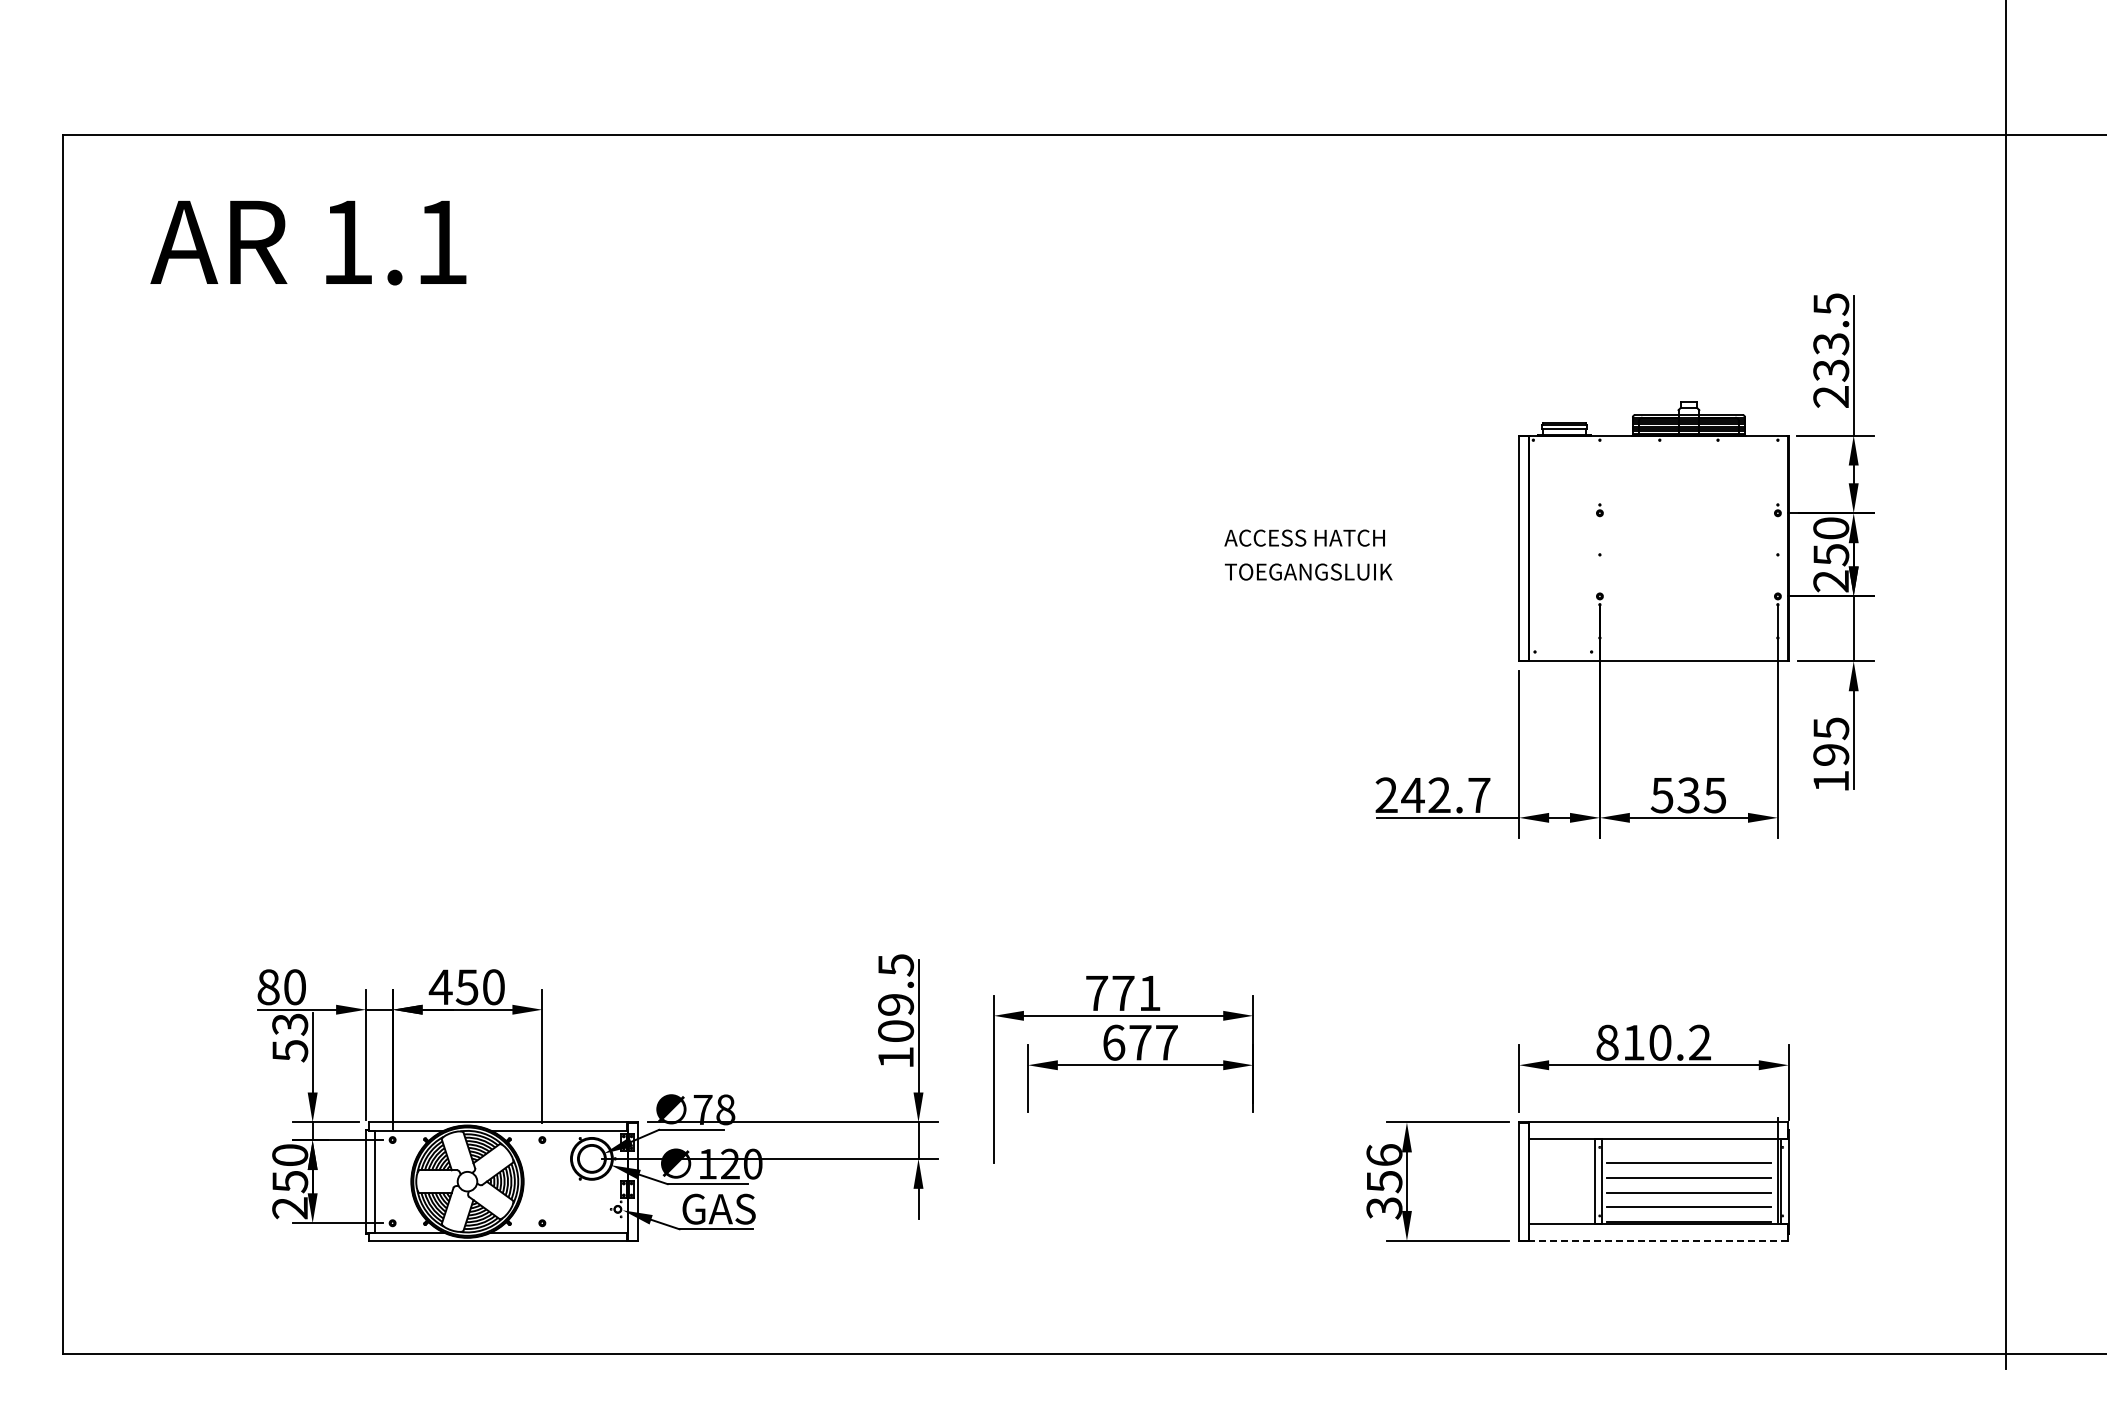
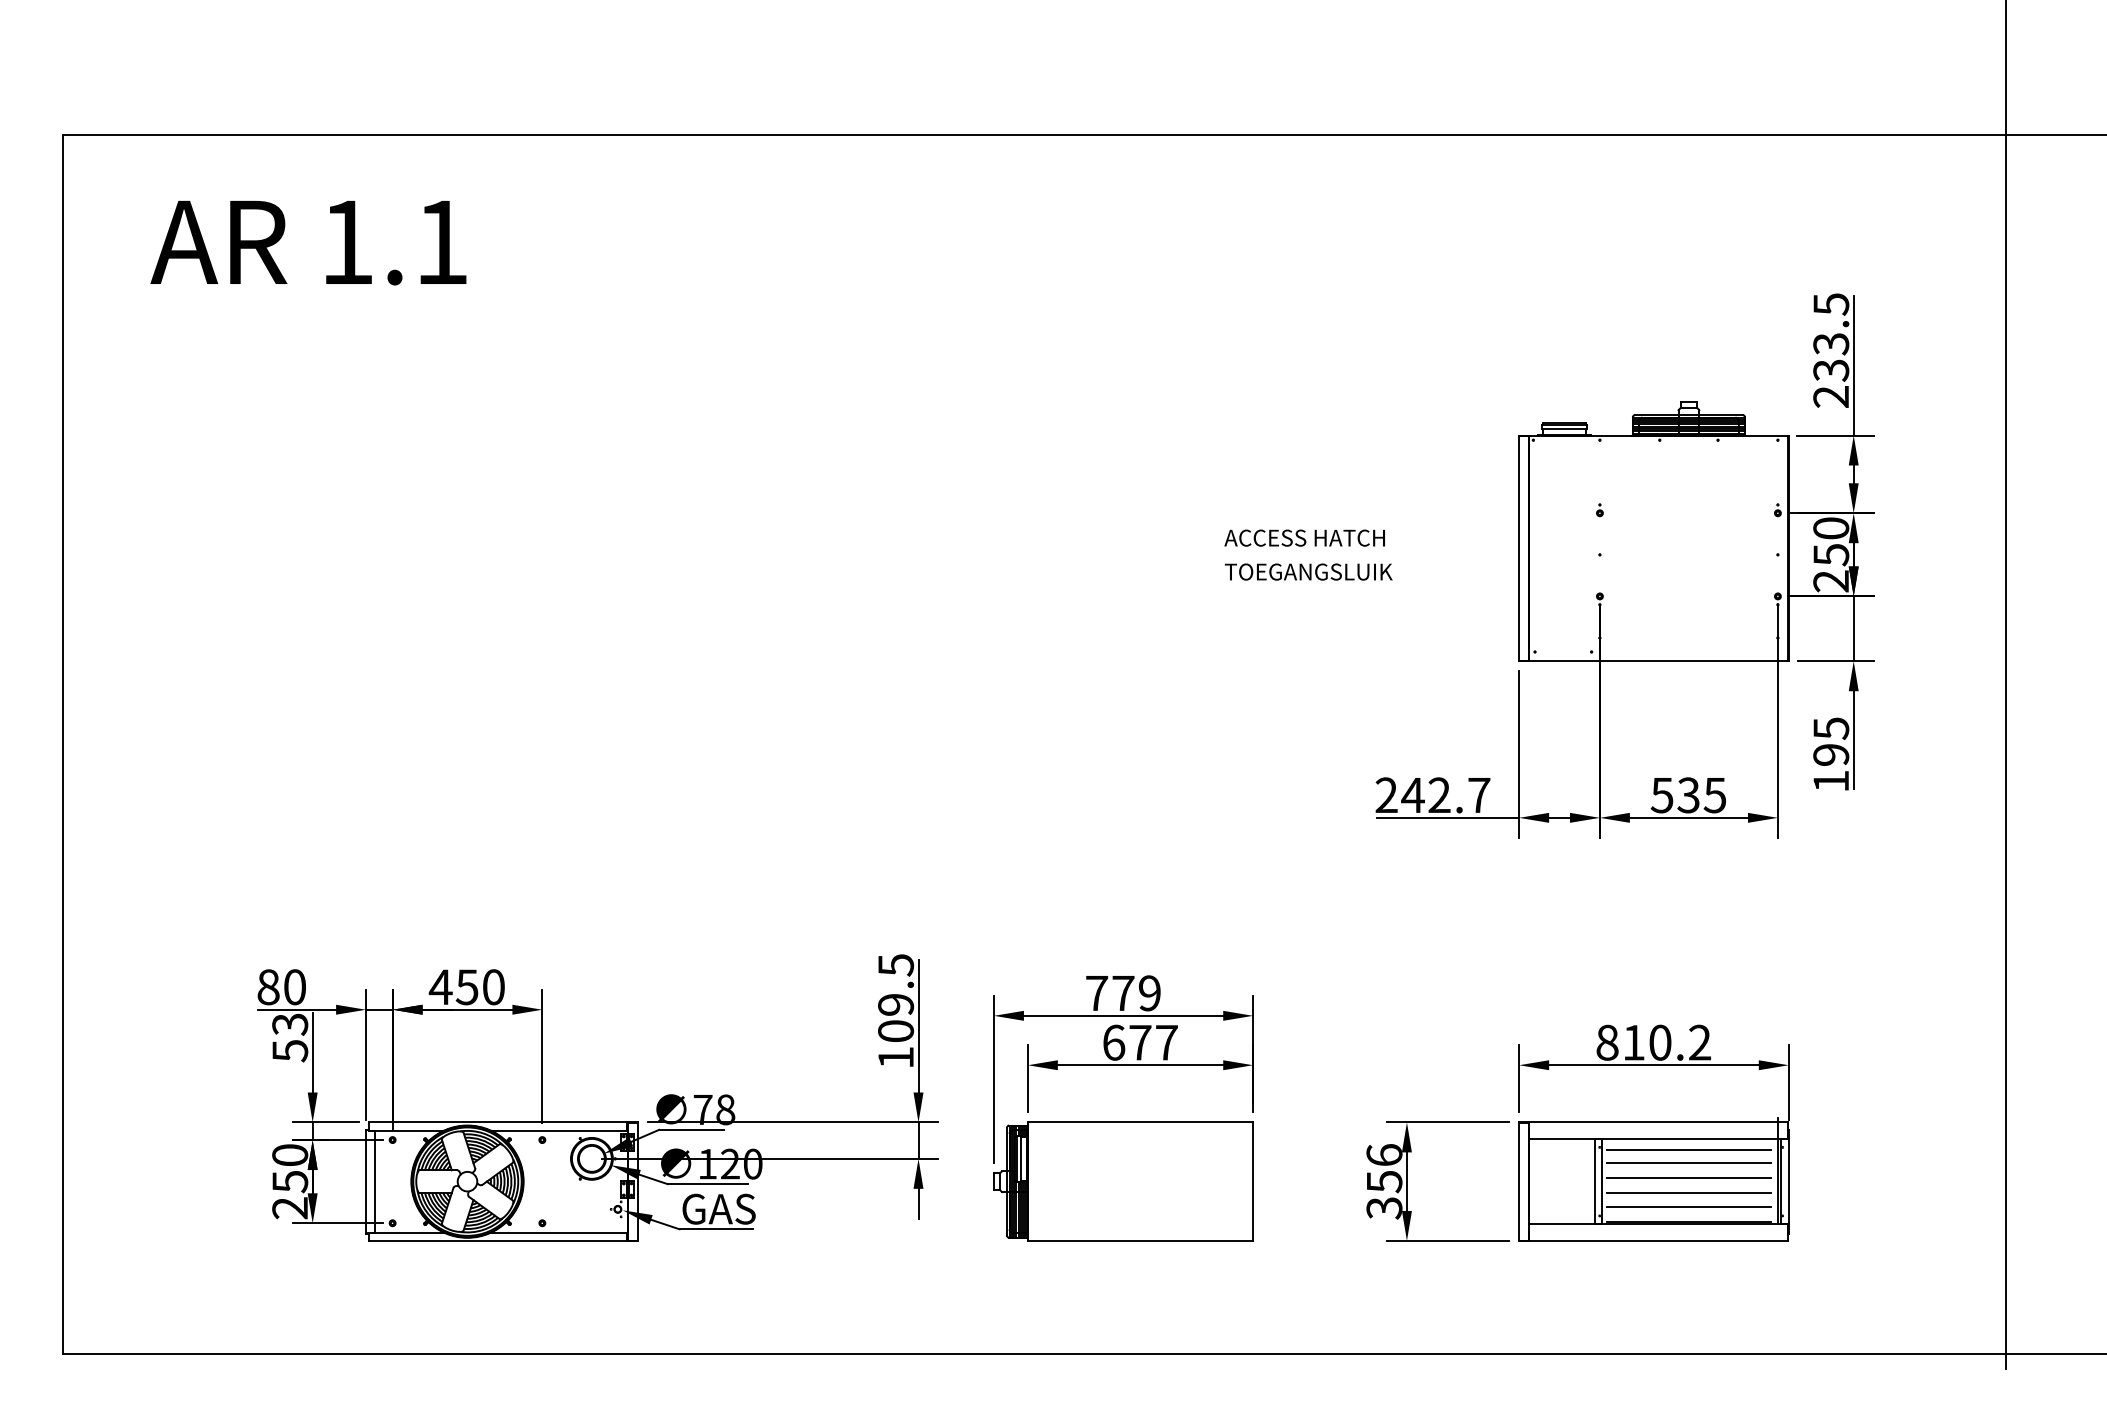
text at (1149, 993): 771 -> 779
line at (1688, 1150): none -> present
part at (1123, 1181): none -> present
line at (1657, 1240): dashed -> solid
